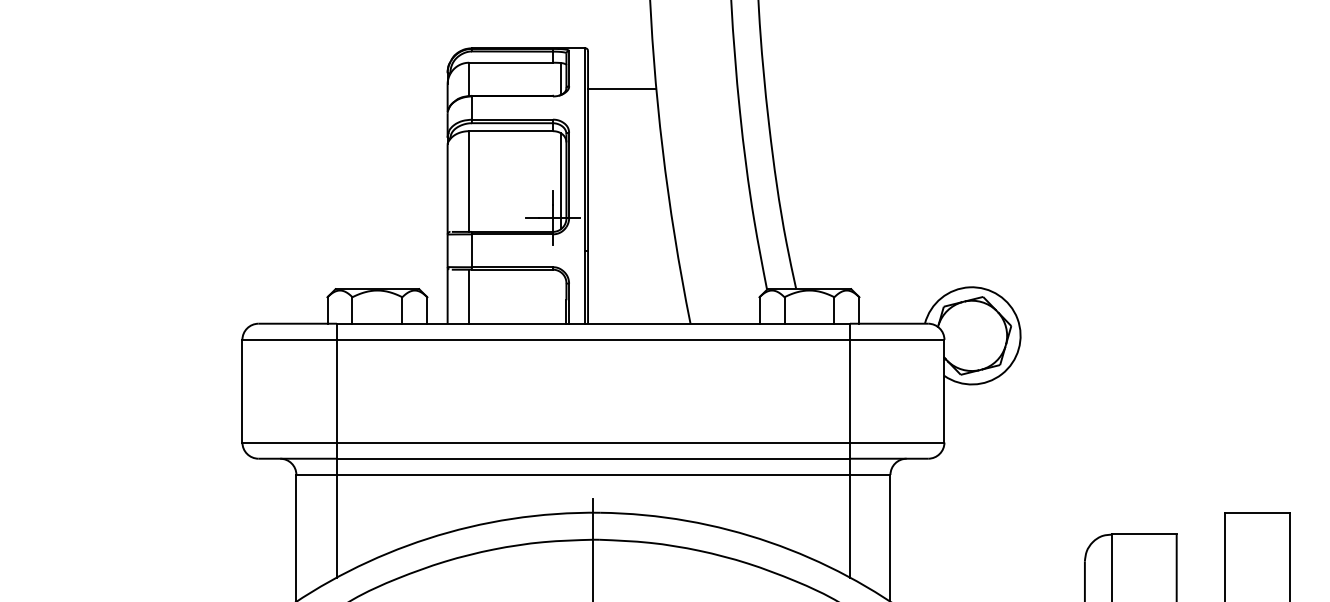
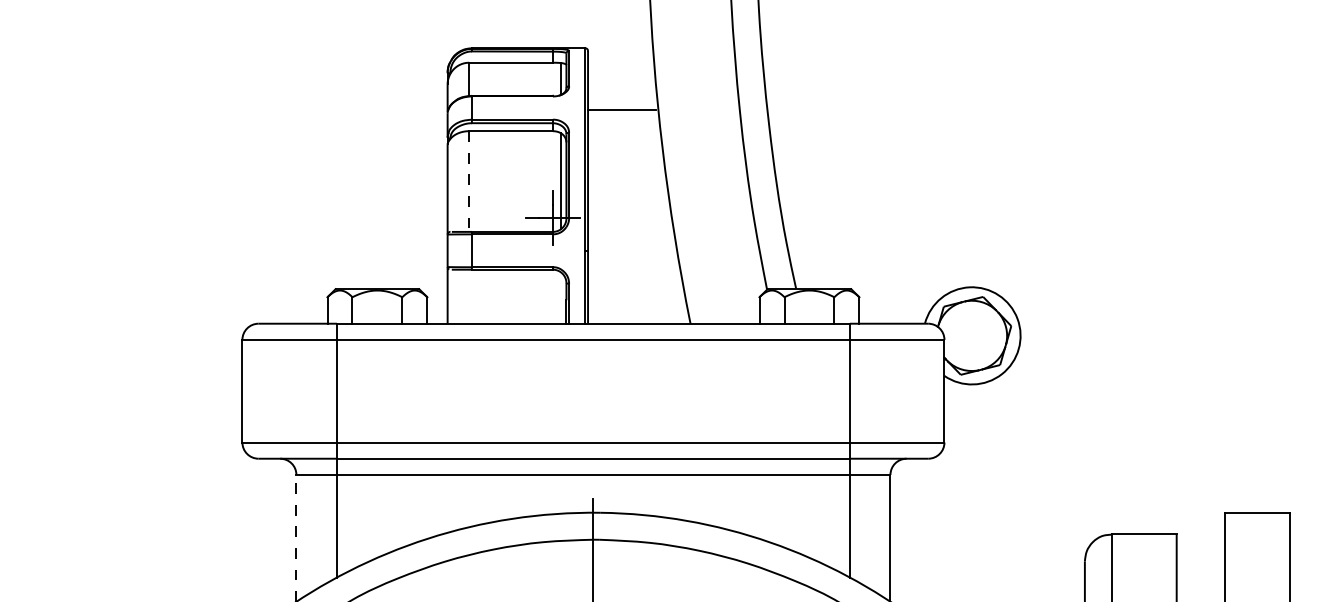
line at (622, 88) position: (622, 88) -> (622, 109)
line at (469, 182): solid -> dashed
line at (469, 296): present -> none
line at (296, 538): solid -> dashed
